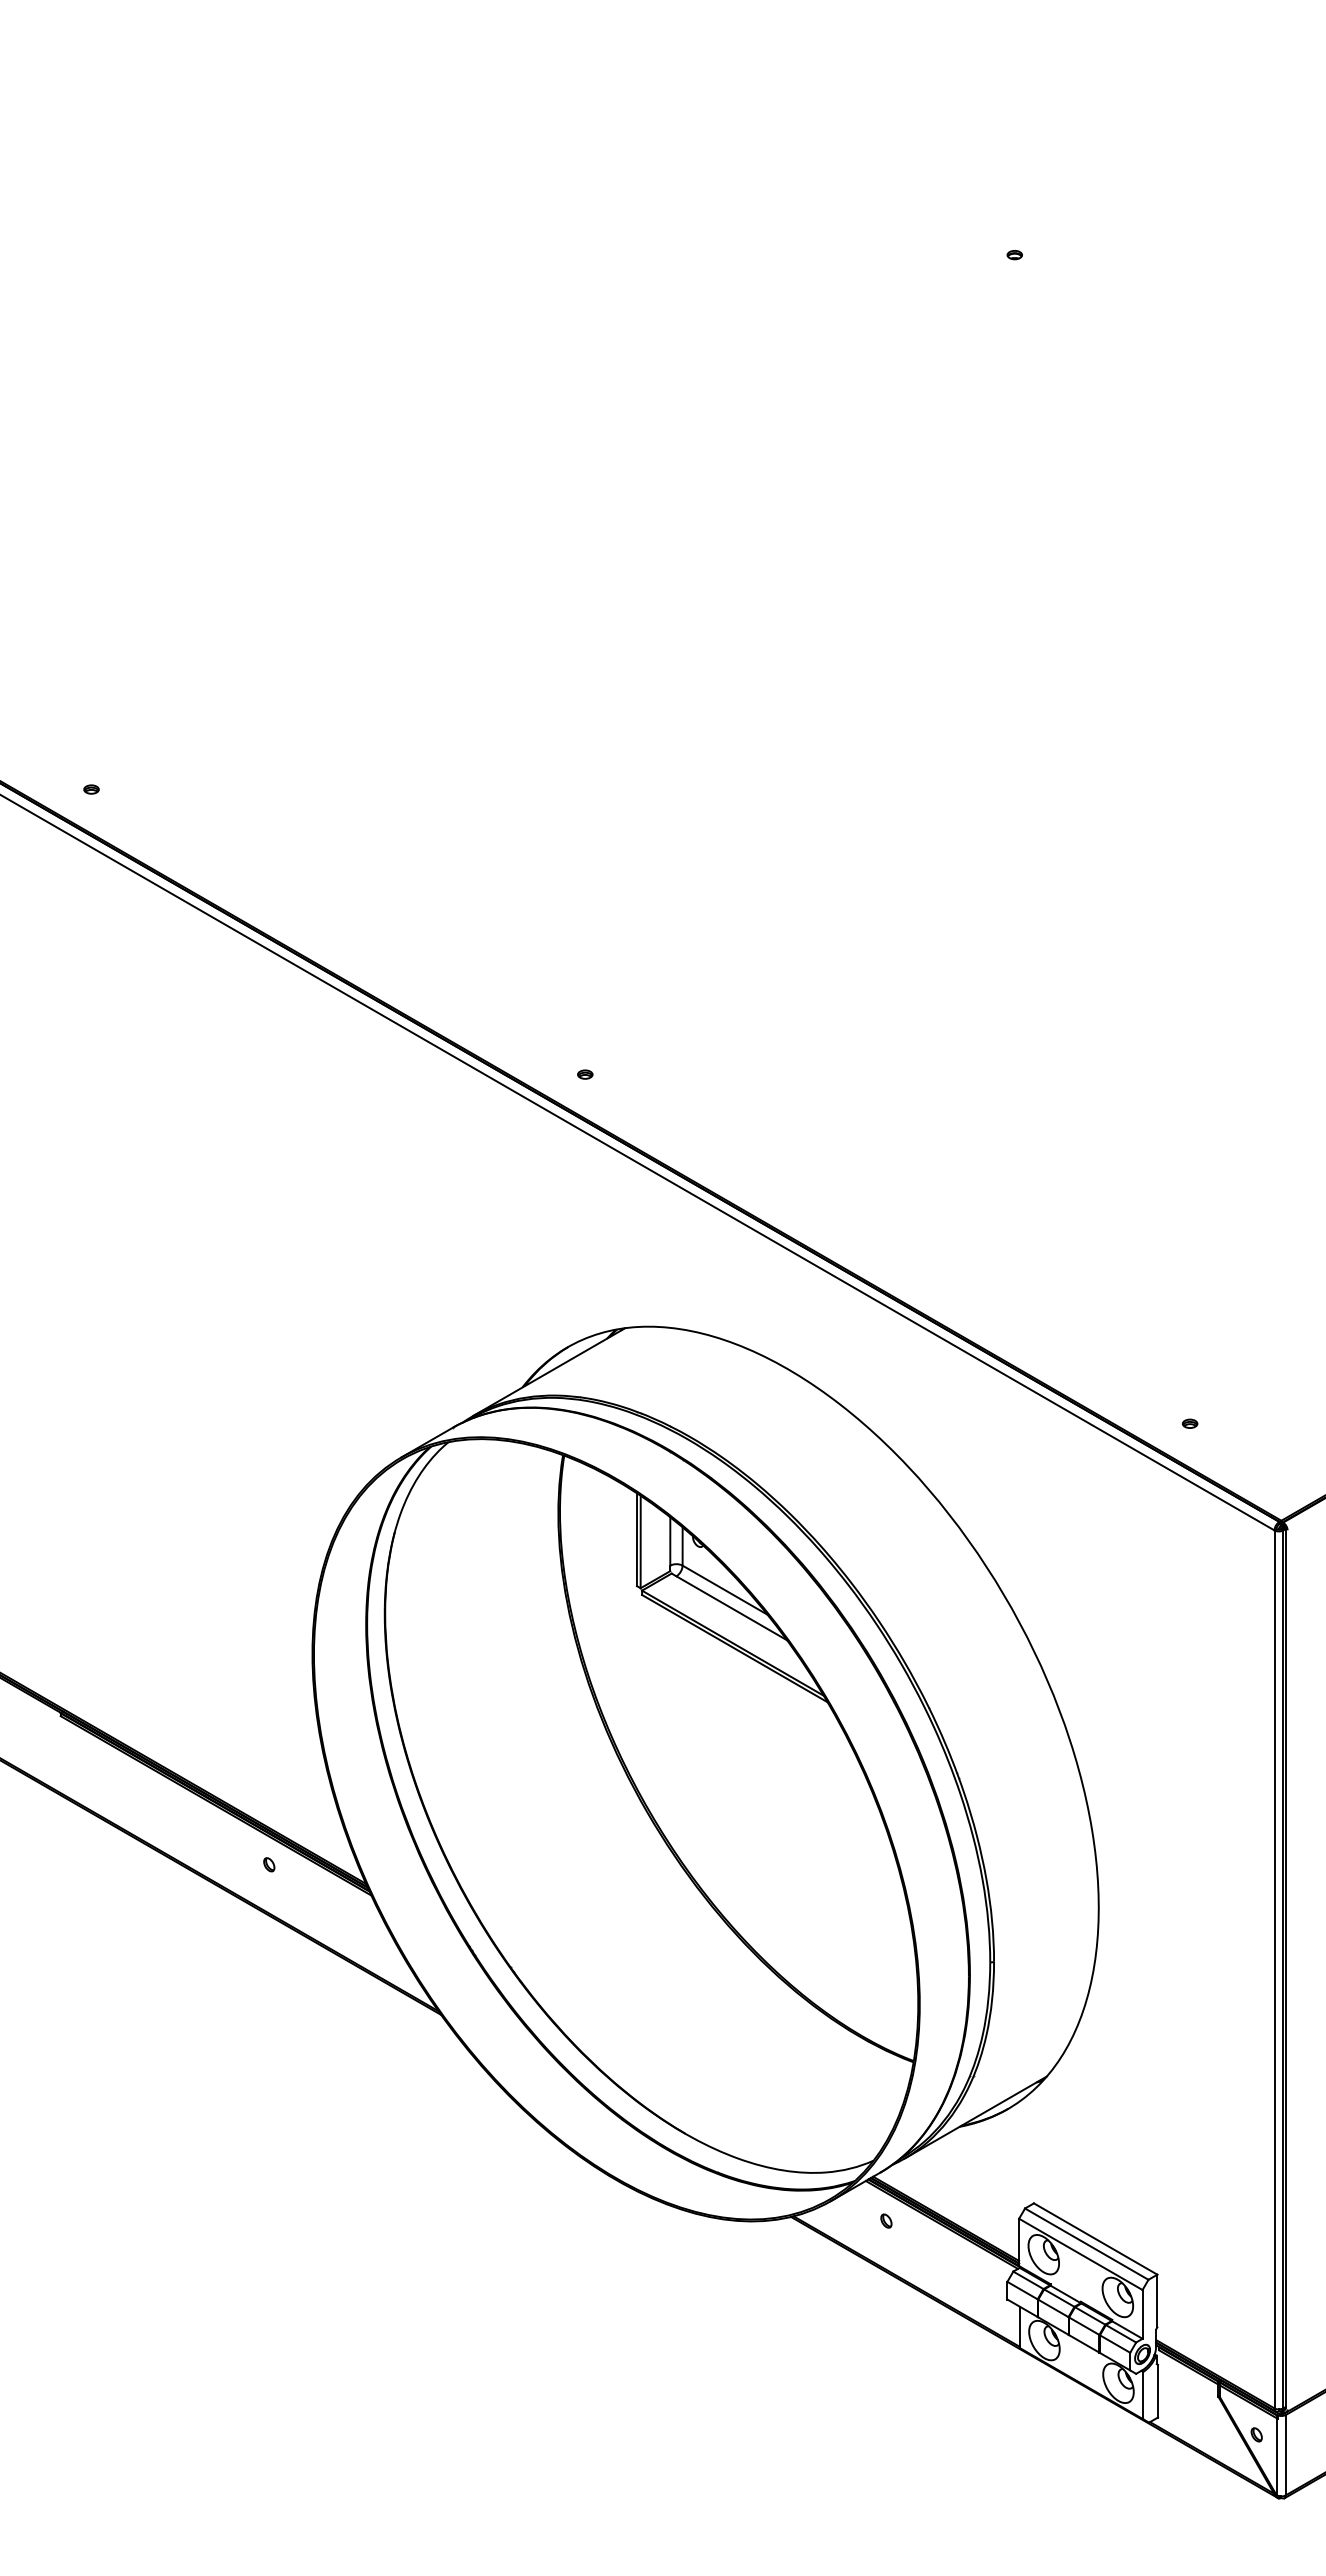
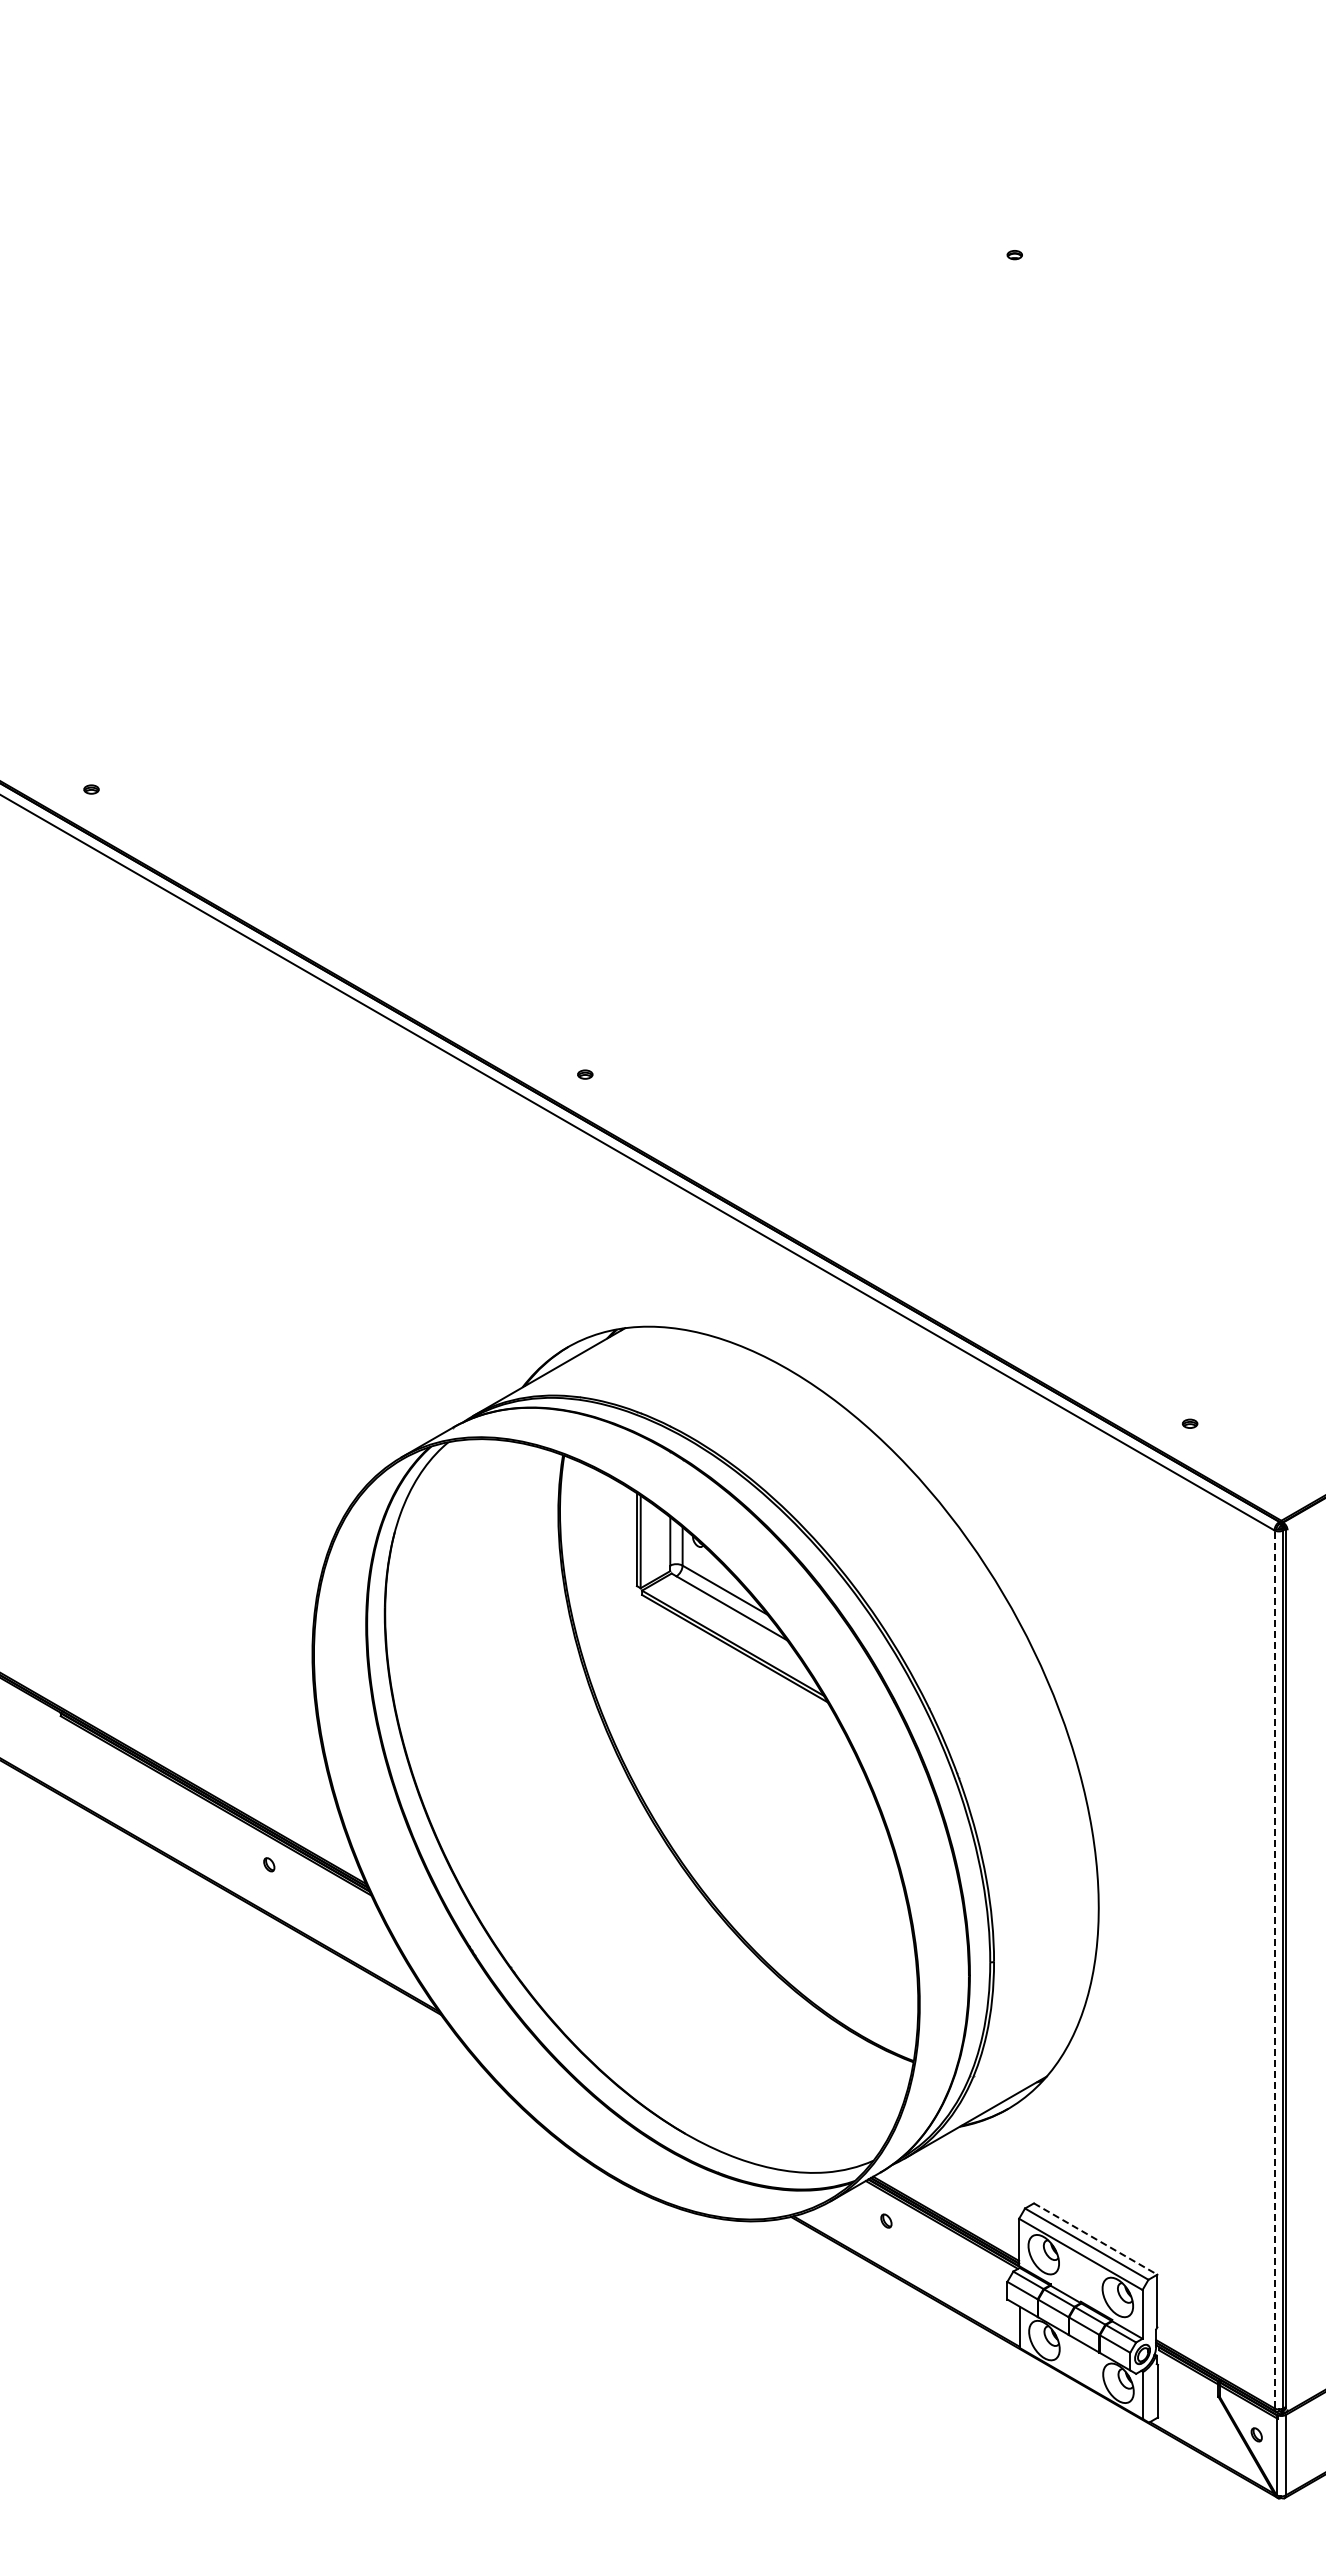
line at (1274, 1969): solid -> dashed
line at (1096, 2239): solid -> dashed
